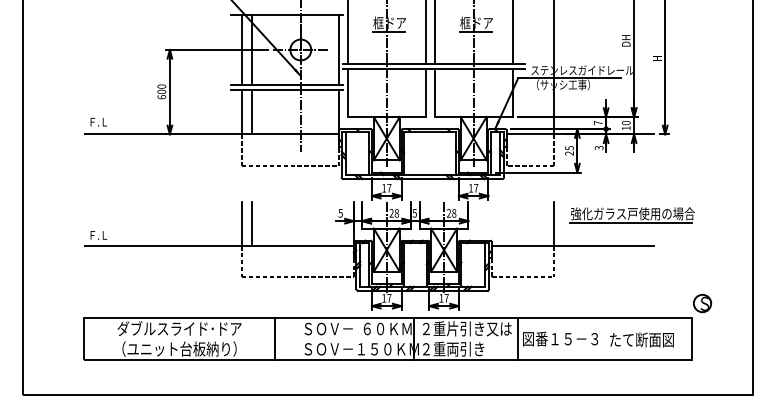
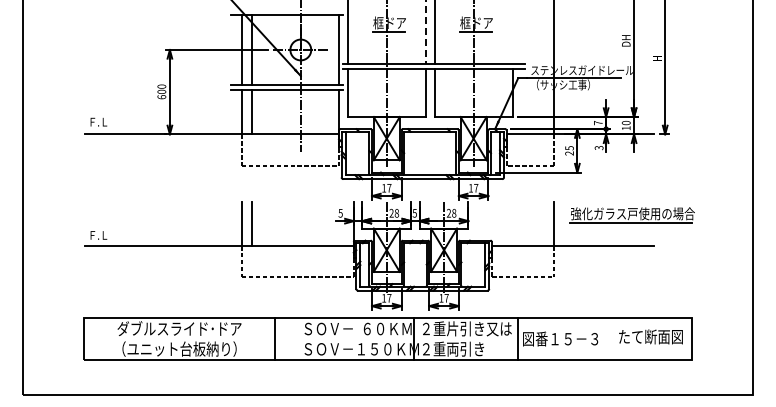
line at (425, 32): solid -> dashed
line at (512, 32): present -> none
part at (702, 303): present -> none
text at (641, 339) position: (641, 339) -> (650, 336)
